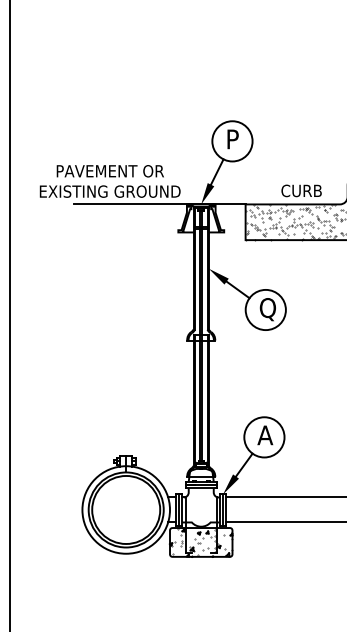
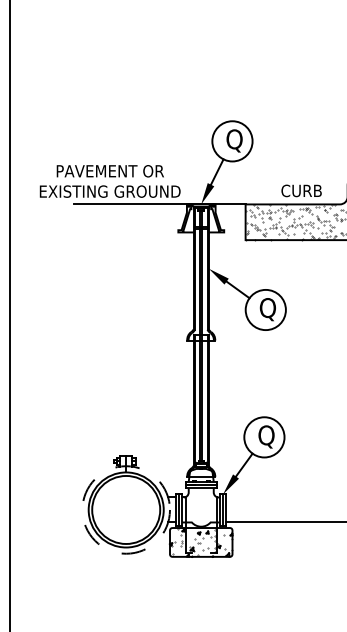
text at (234, 140): P -> Q
text at (265, 436): A -> Q
line at (284, 497): present -> none
circle at (126, 509): solid -> dashed
